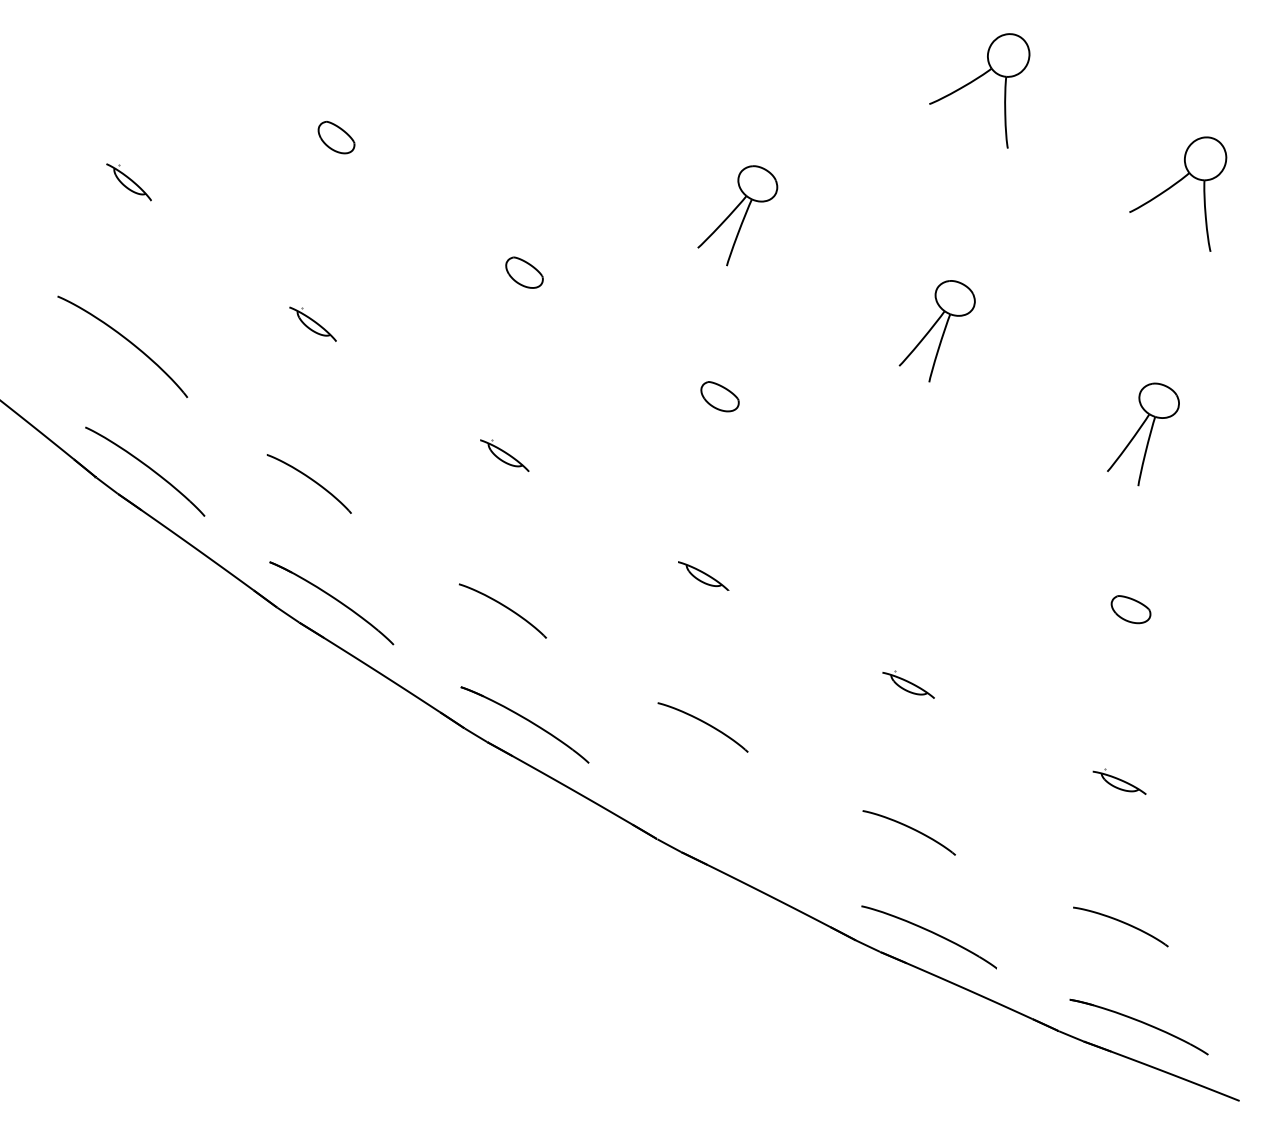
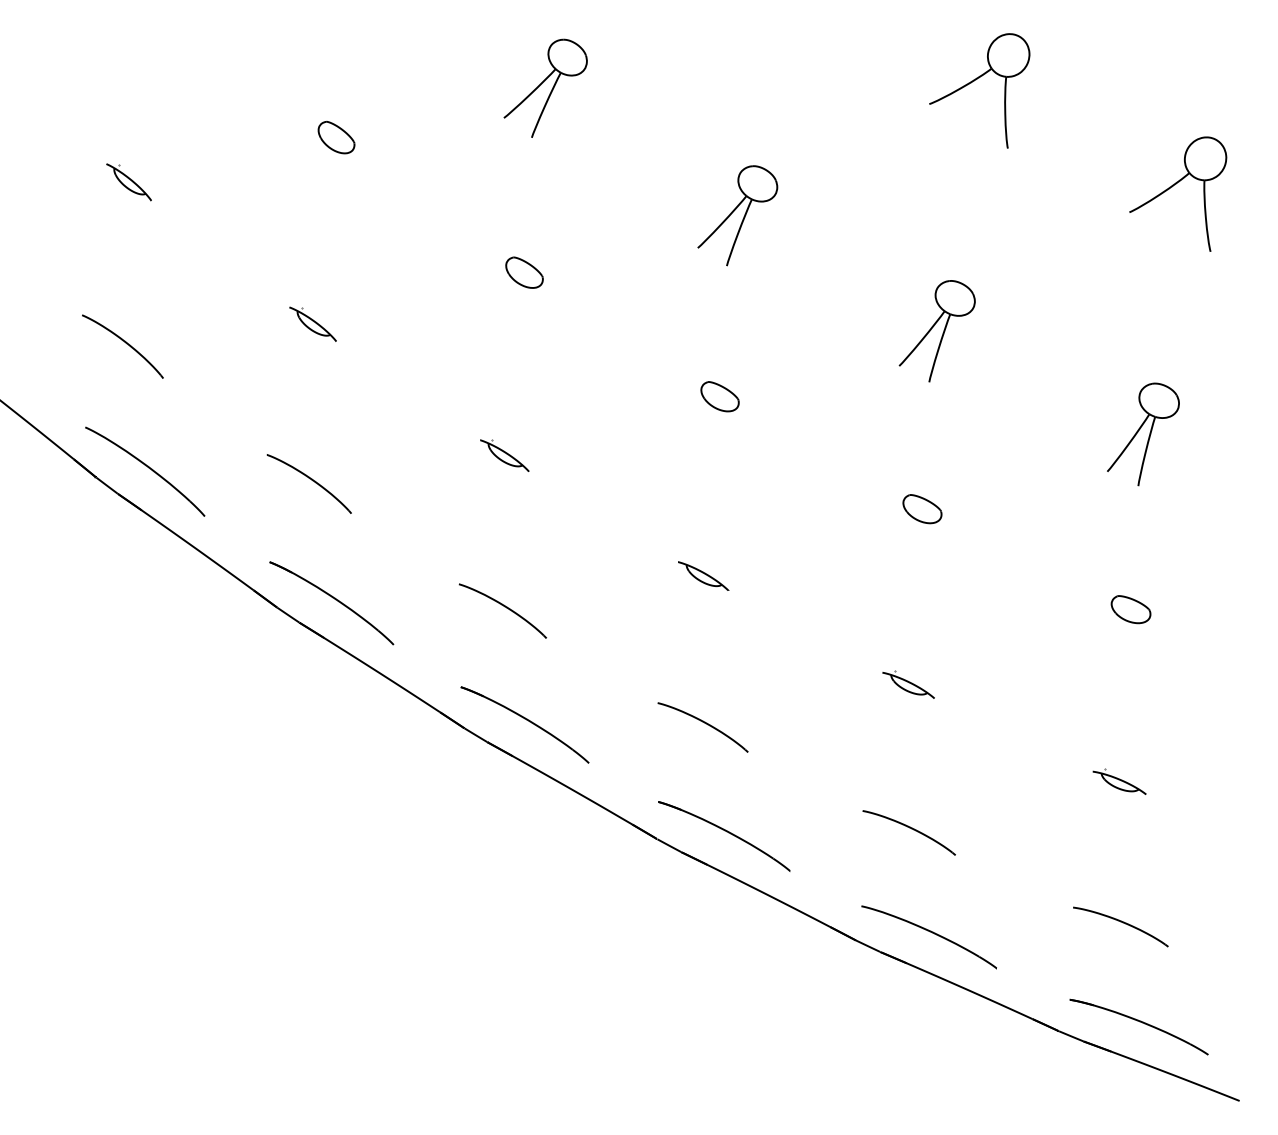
part at (545, 87): none -> present
part at (122, 346) size: 132x103 px -> 82x65 px
part at (922, 509): none -> present
part at (724, 836): none -> present
